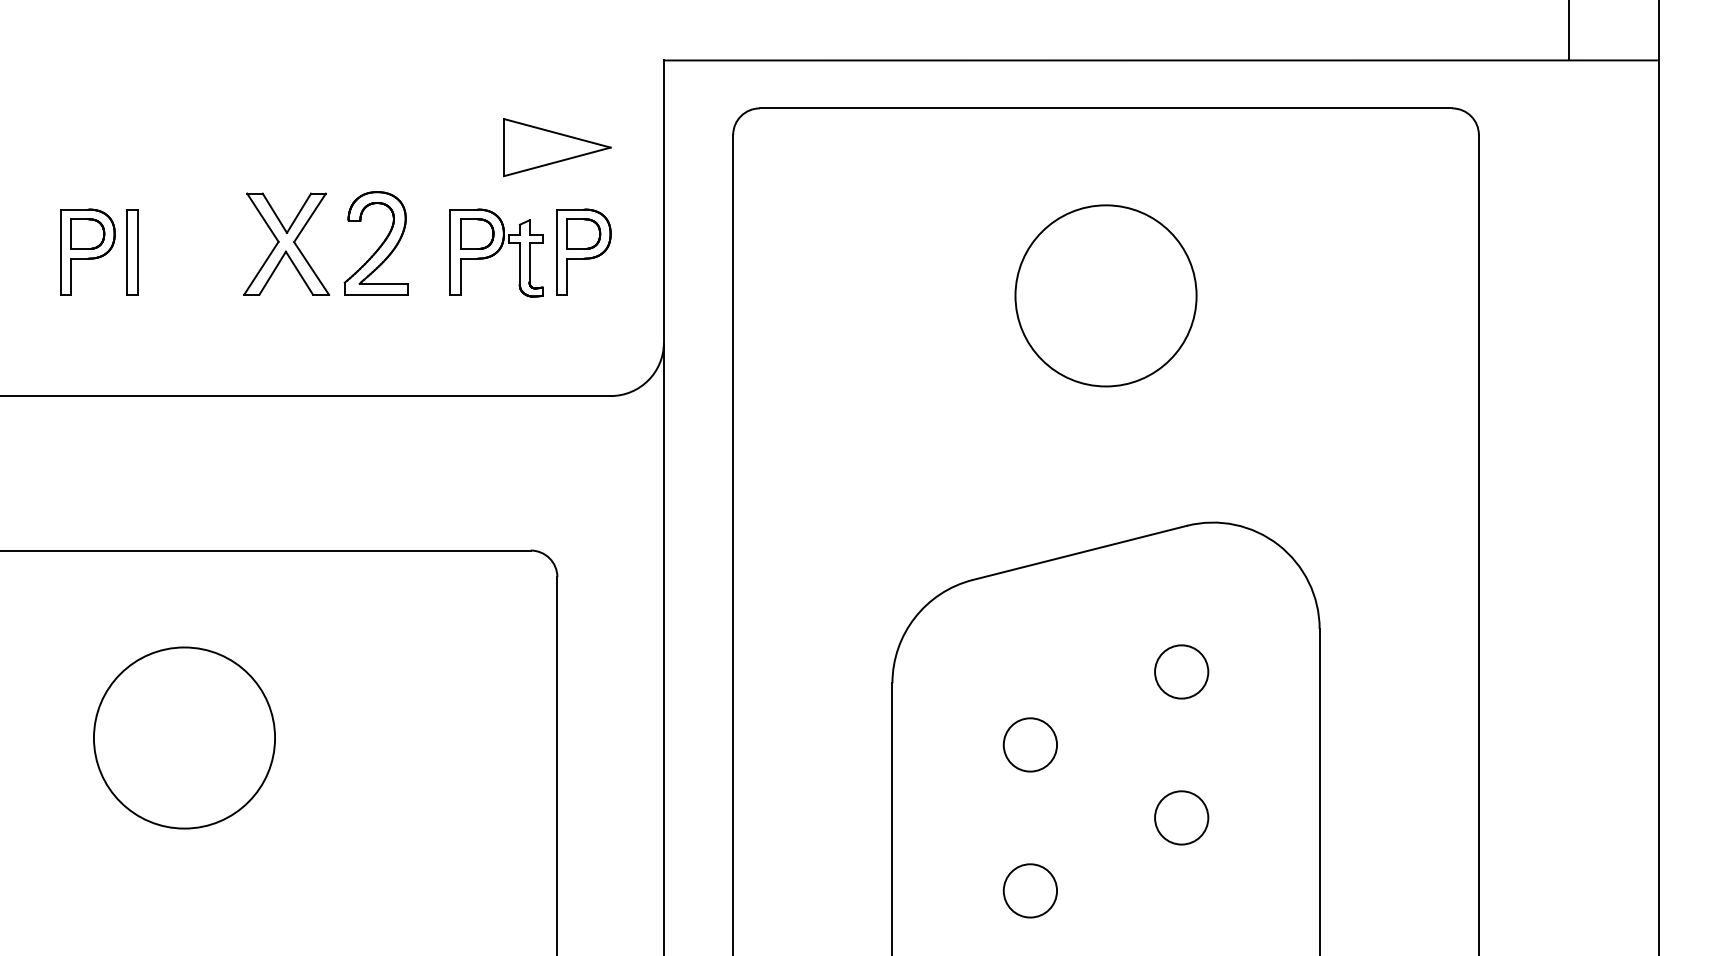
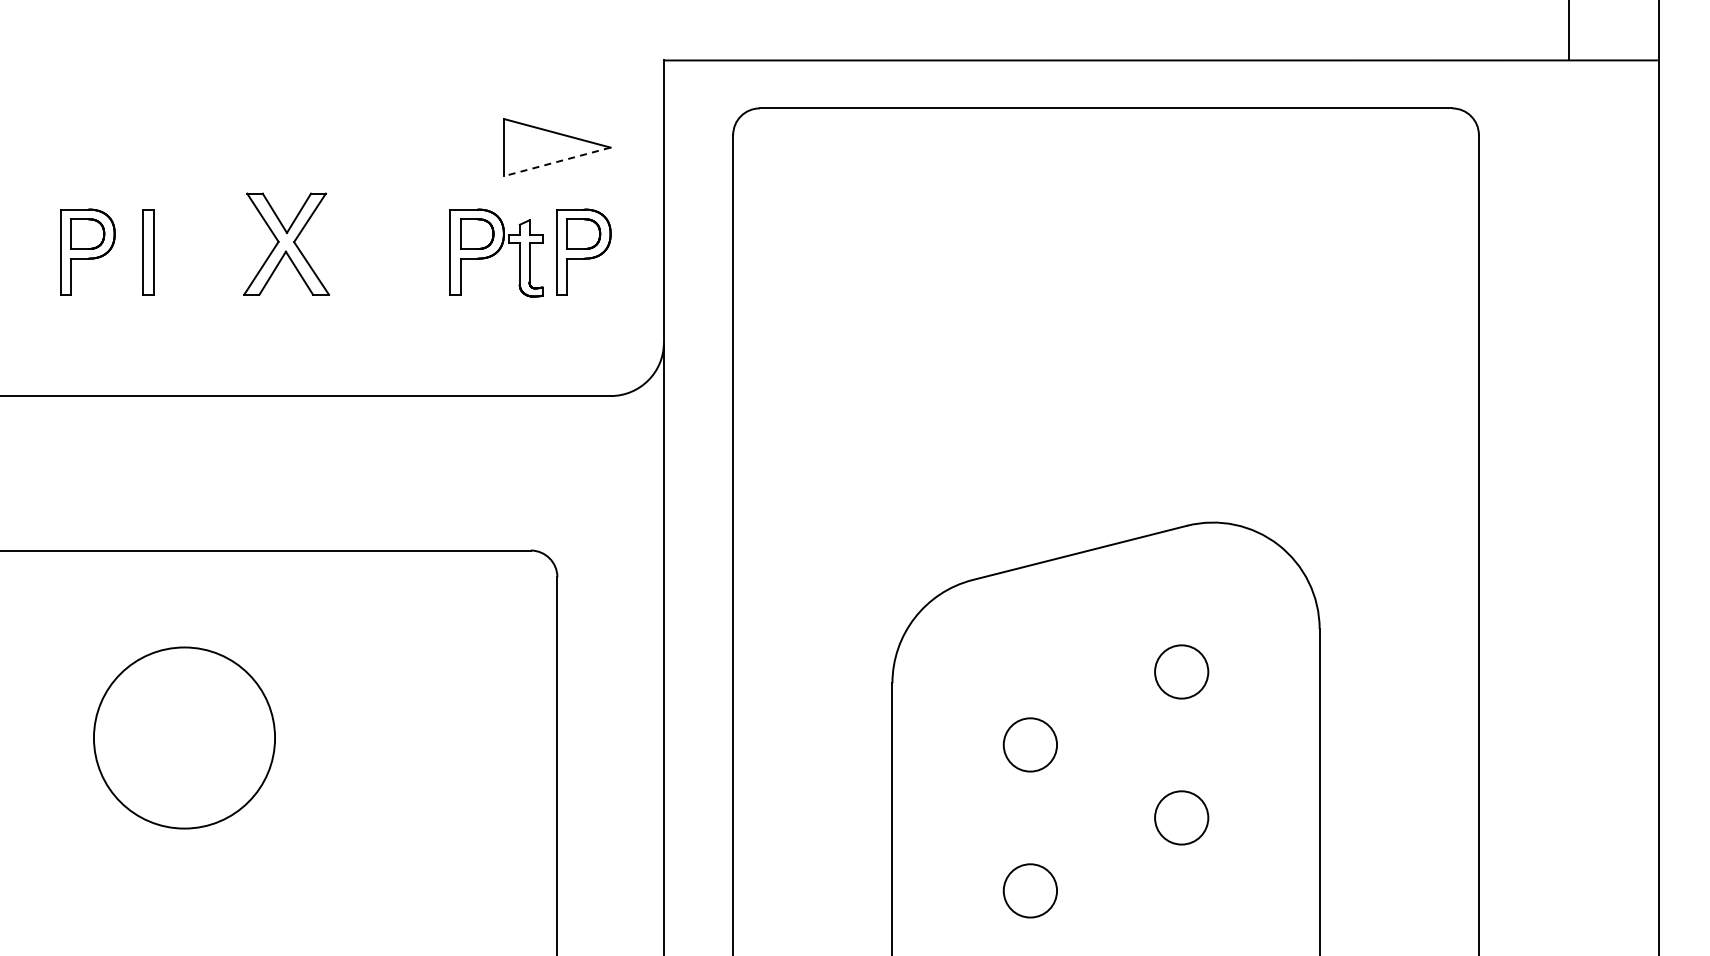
line at (556, 162): solid -> dashed
part at (375, 243): present -> none
part at (132, 252) position: (132, 252) -> (148, 252)
circle at (1105, 295): present -> none
